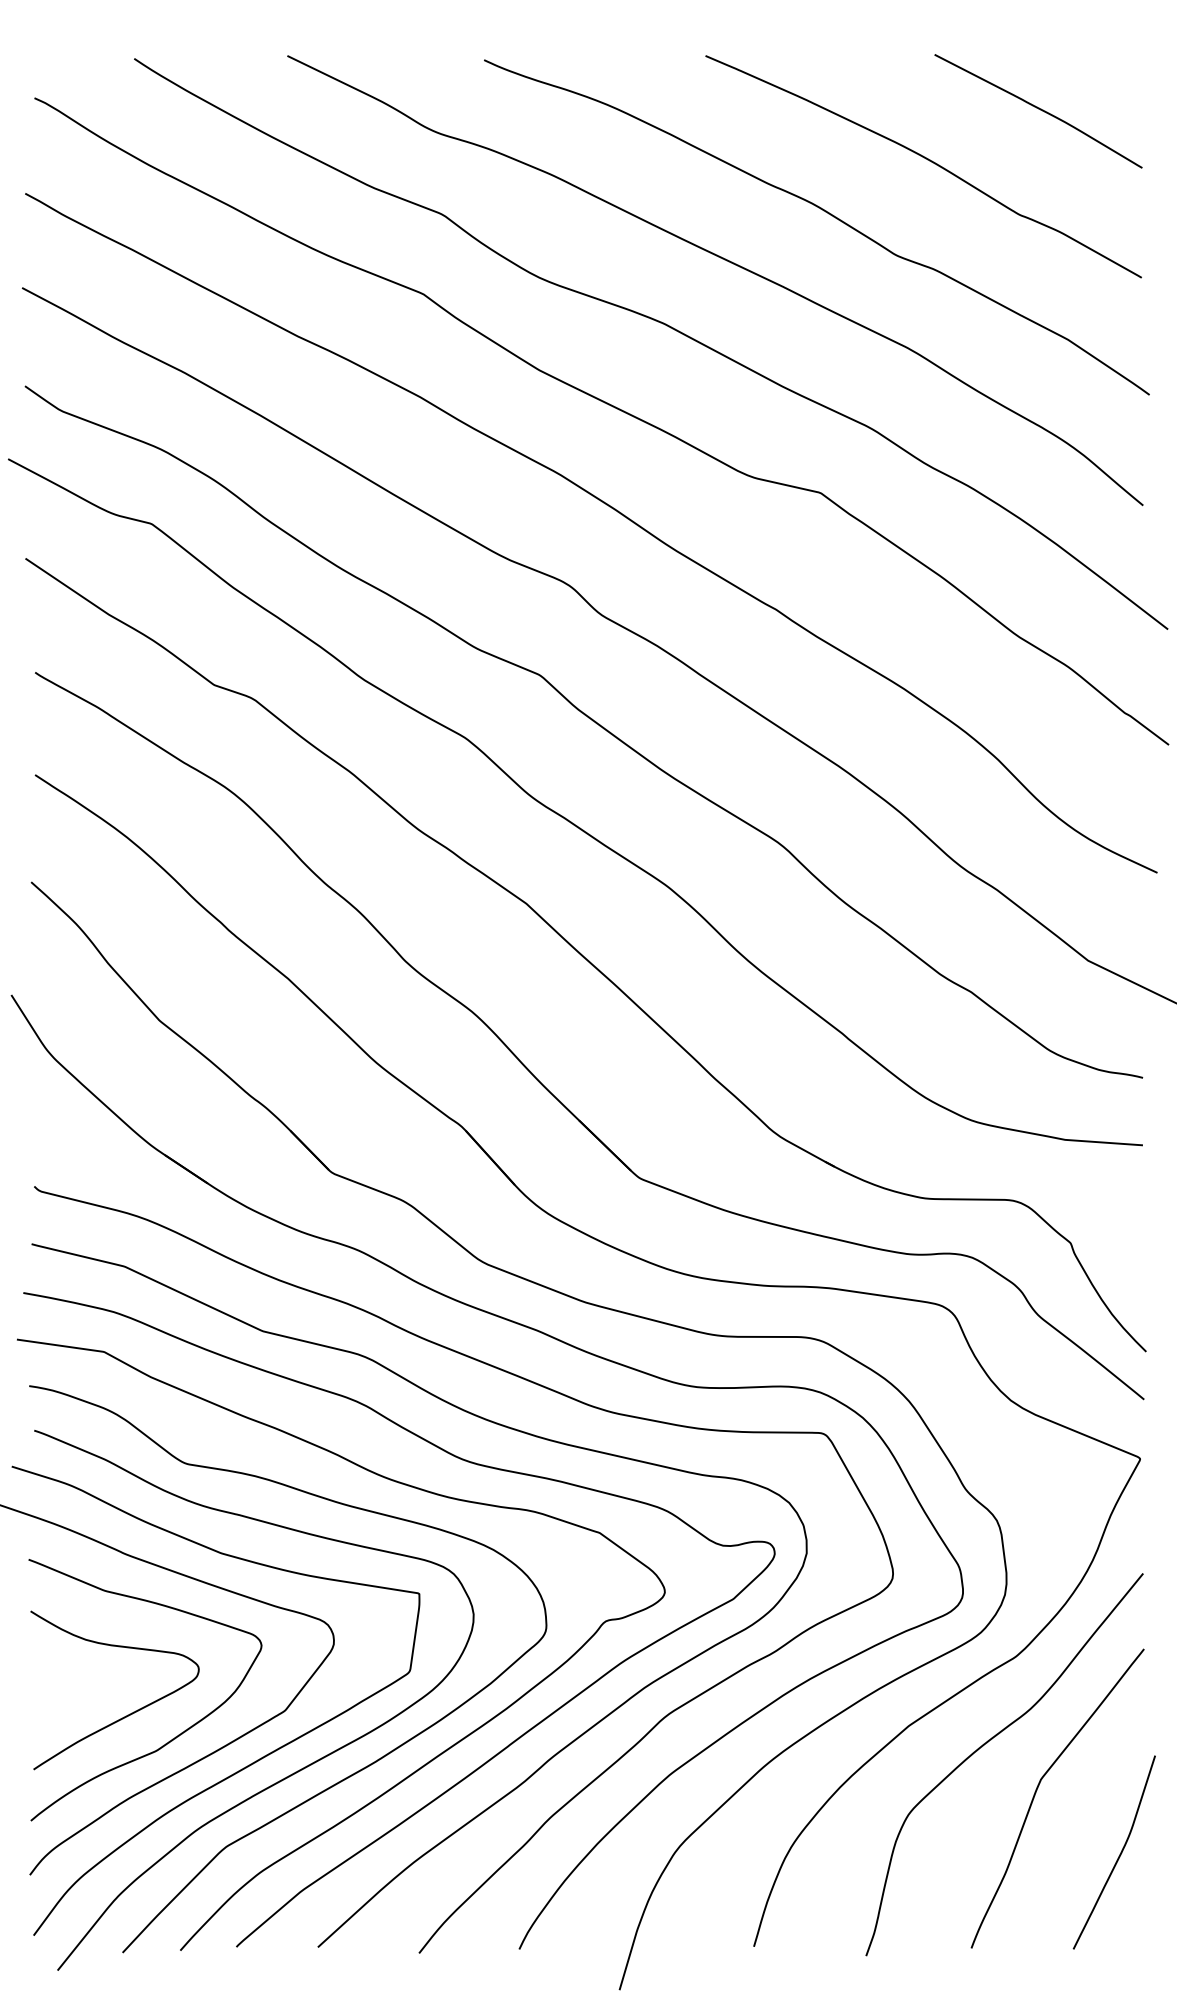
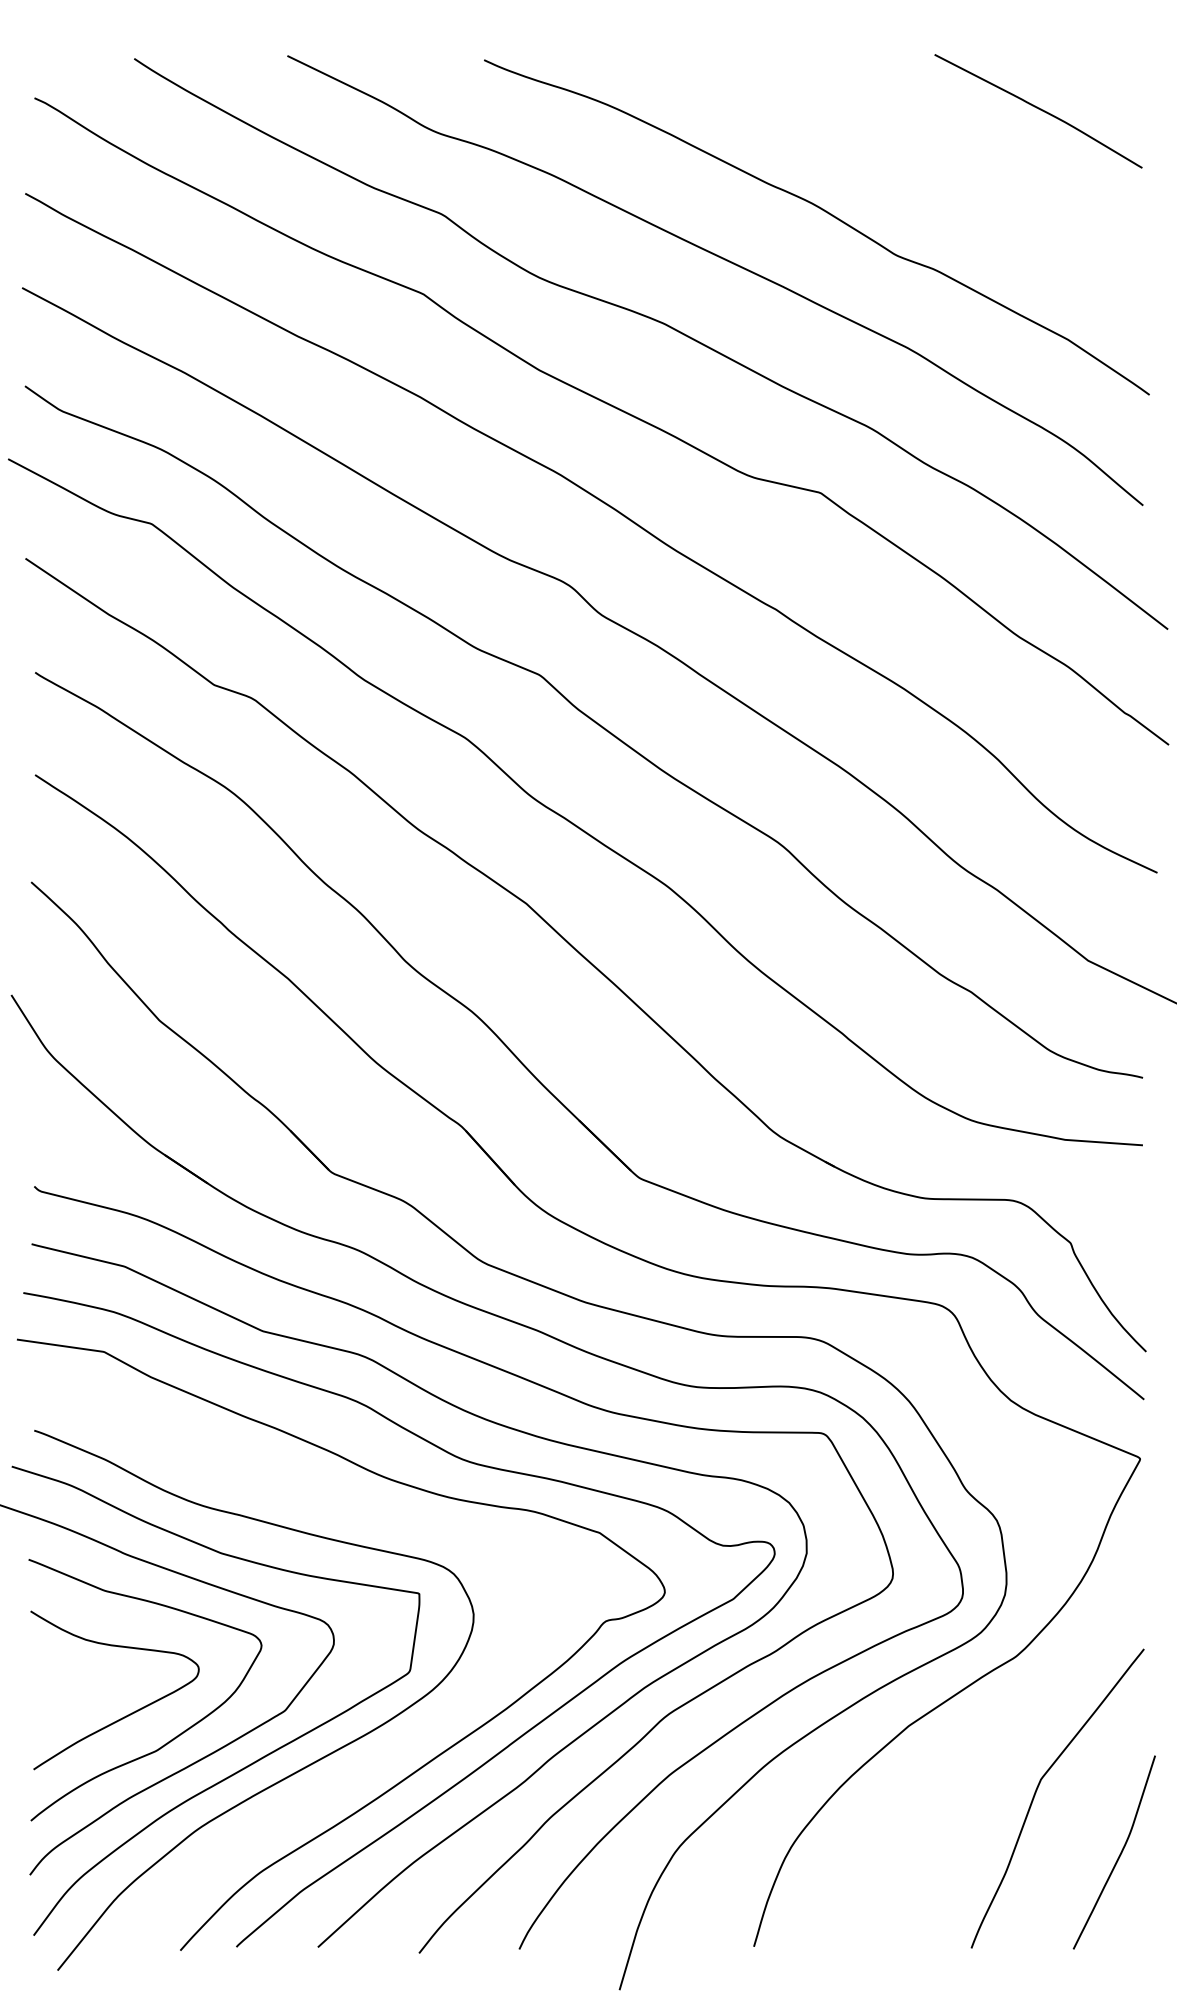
curve at (927, 160): present -> none
curve at (987, 1743): present -> none
curve at (352, 1773): present -> none
